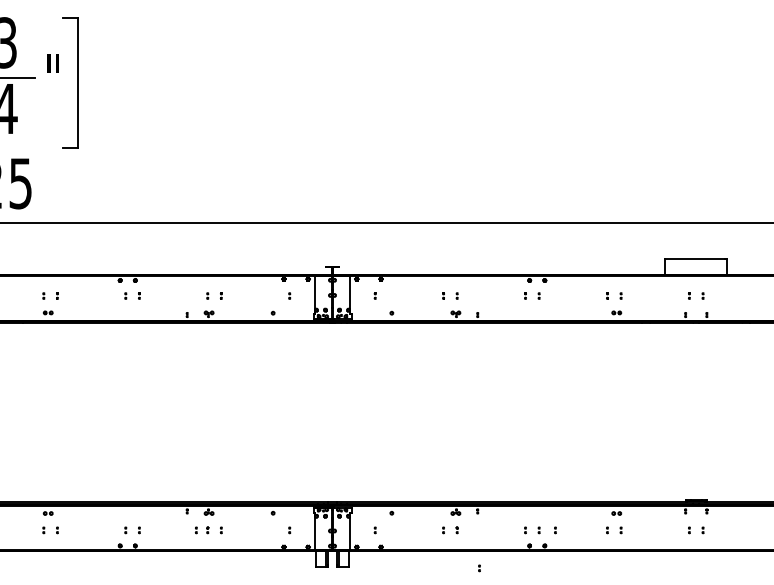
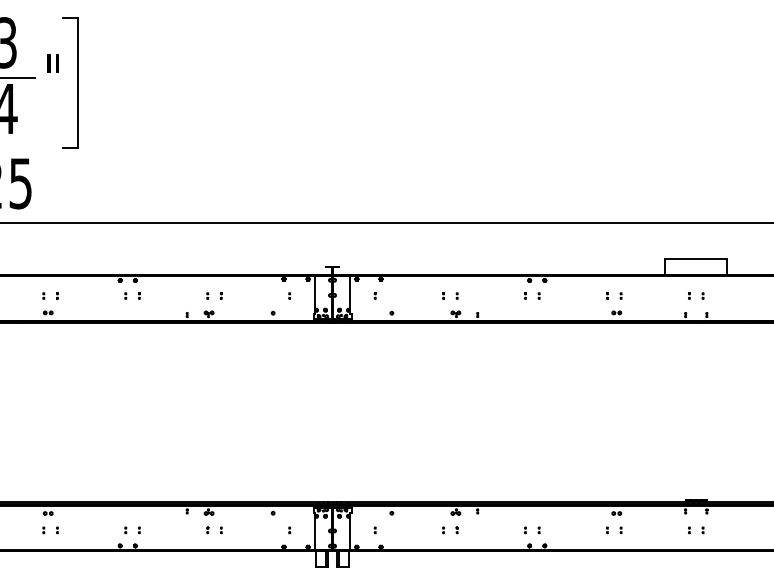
part at (196, 530): present -> none
part at (555, 530): present -> none
part at (479, 568): present -> none
